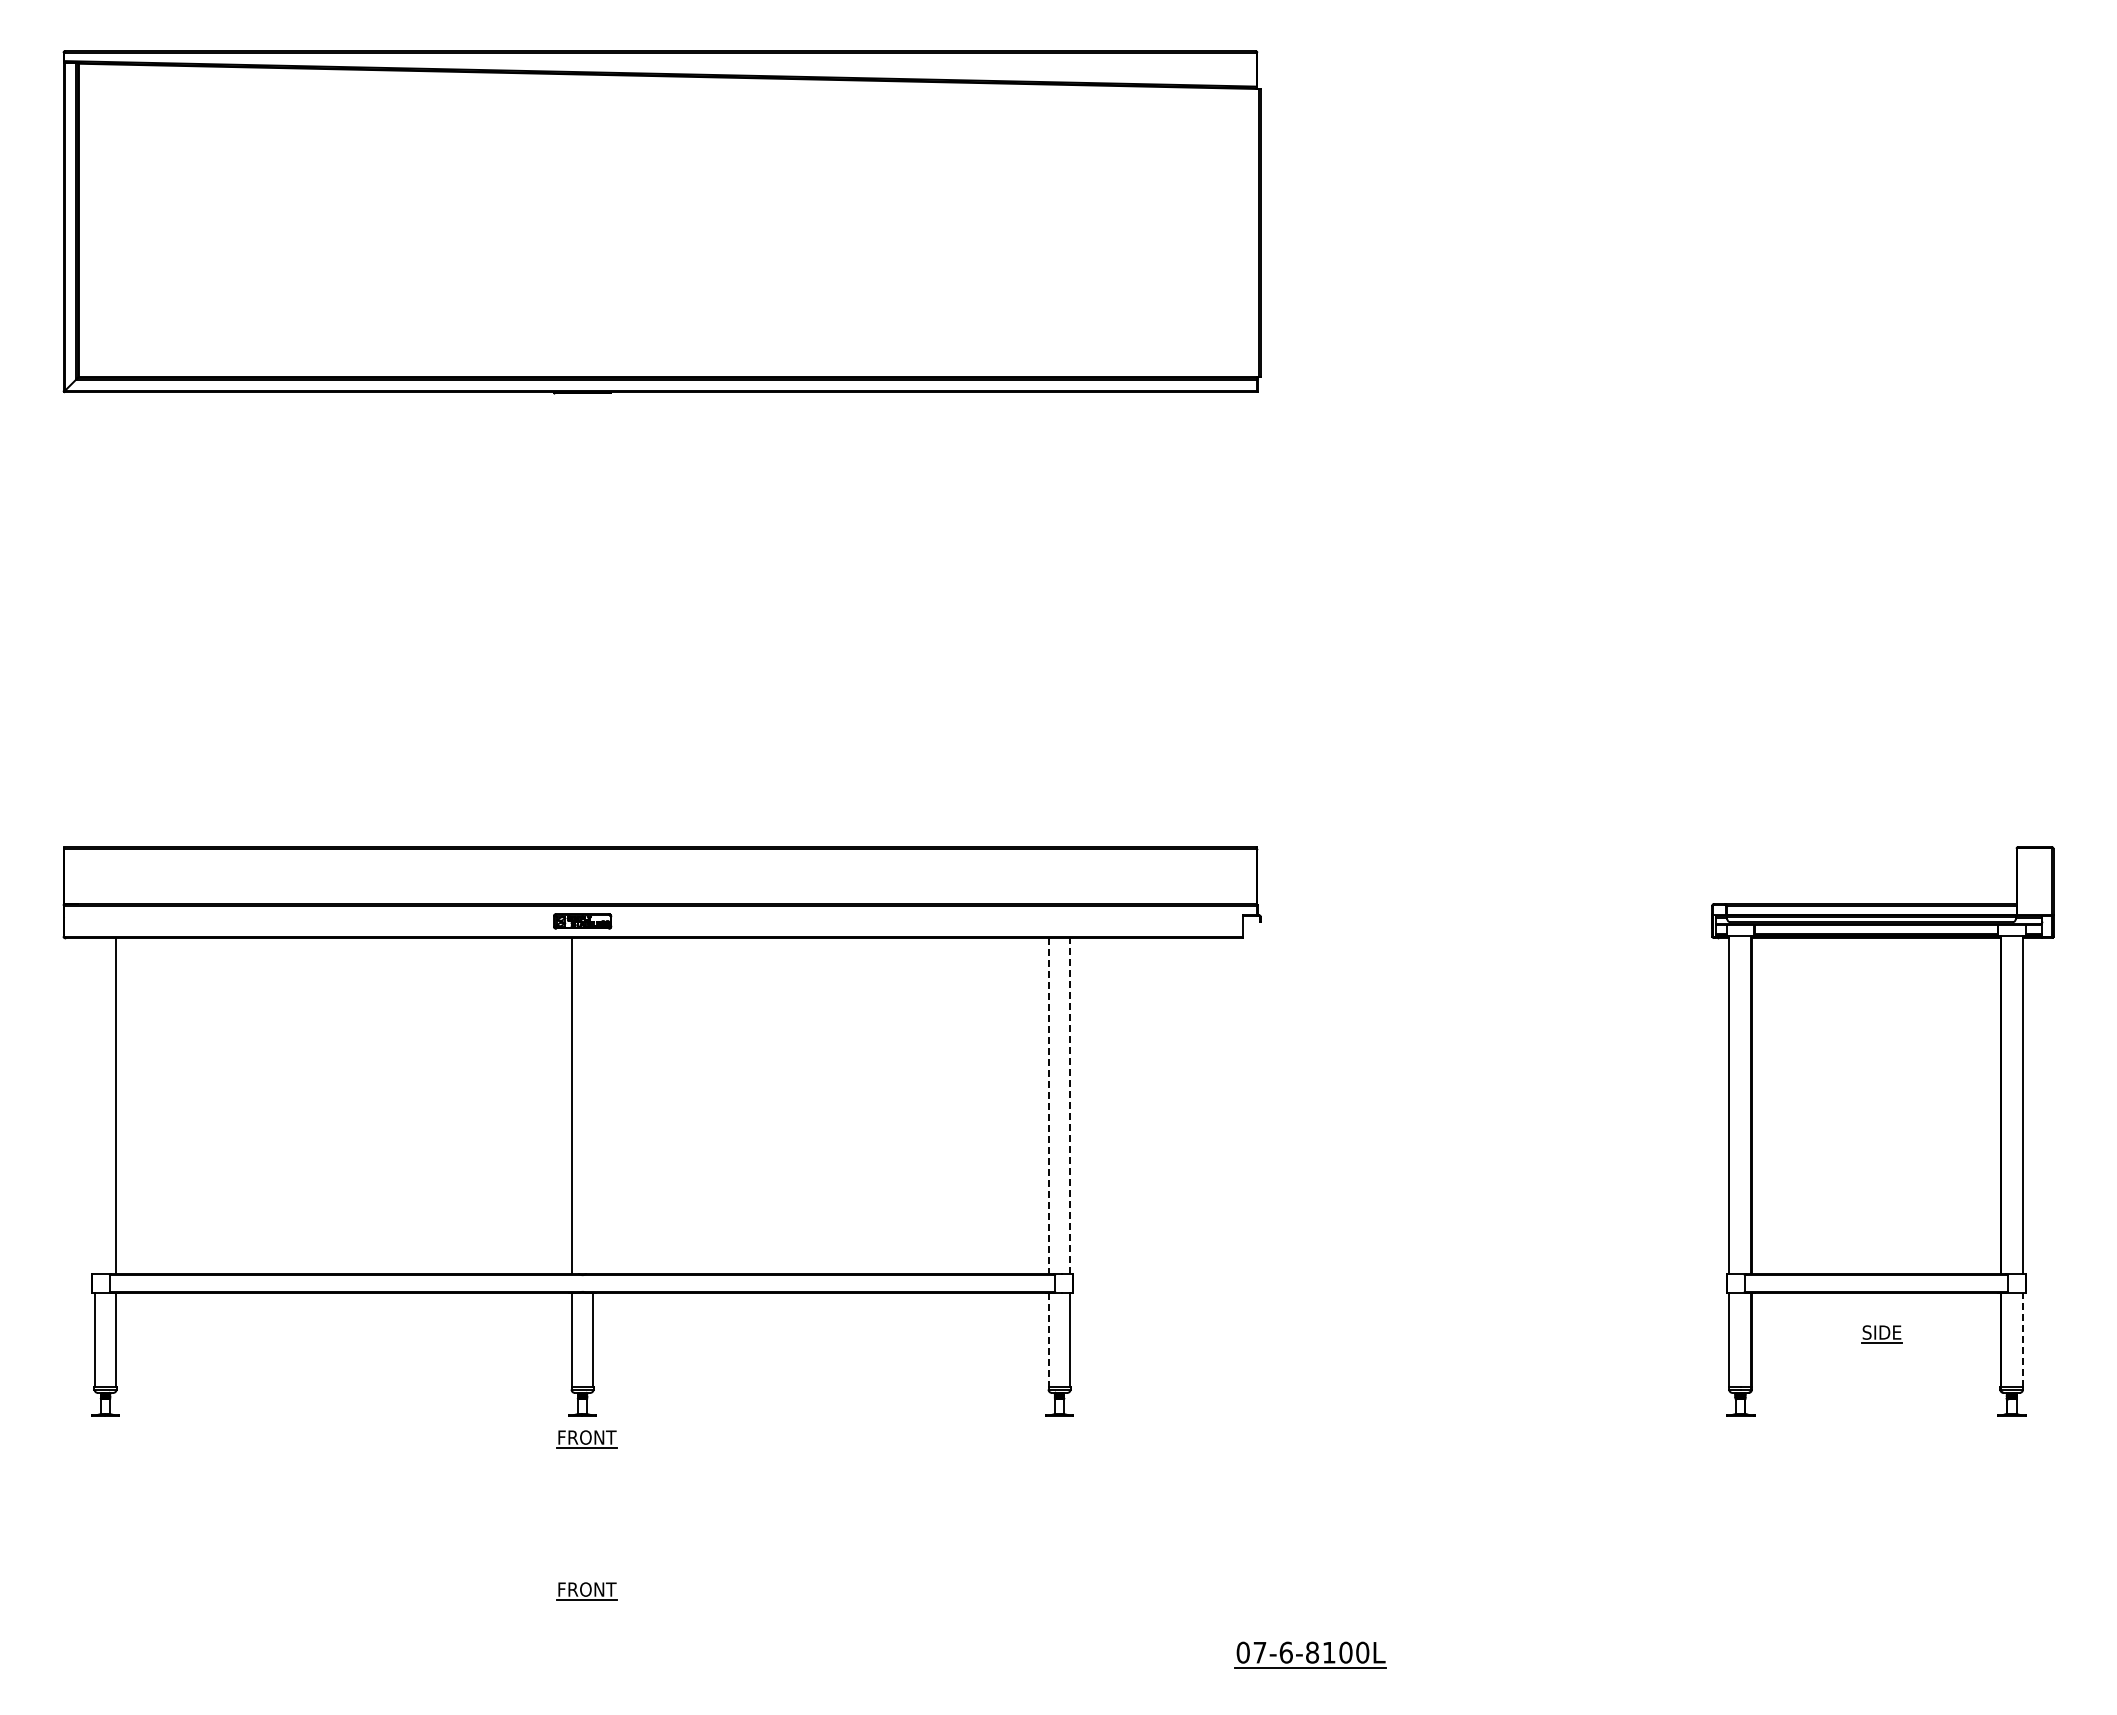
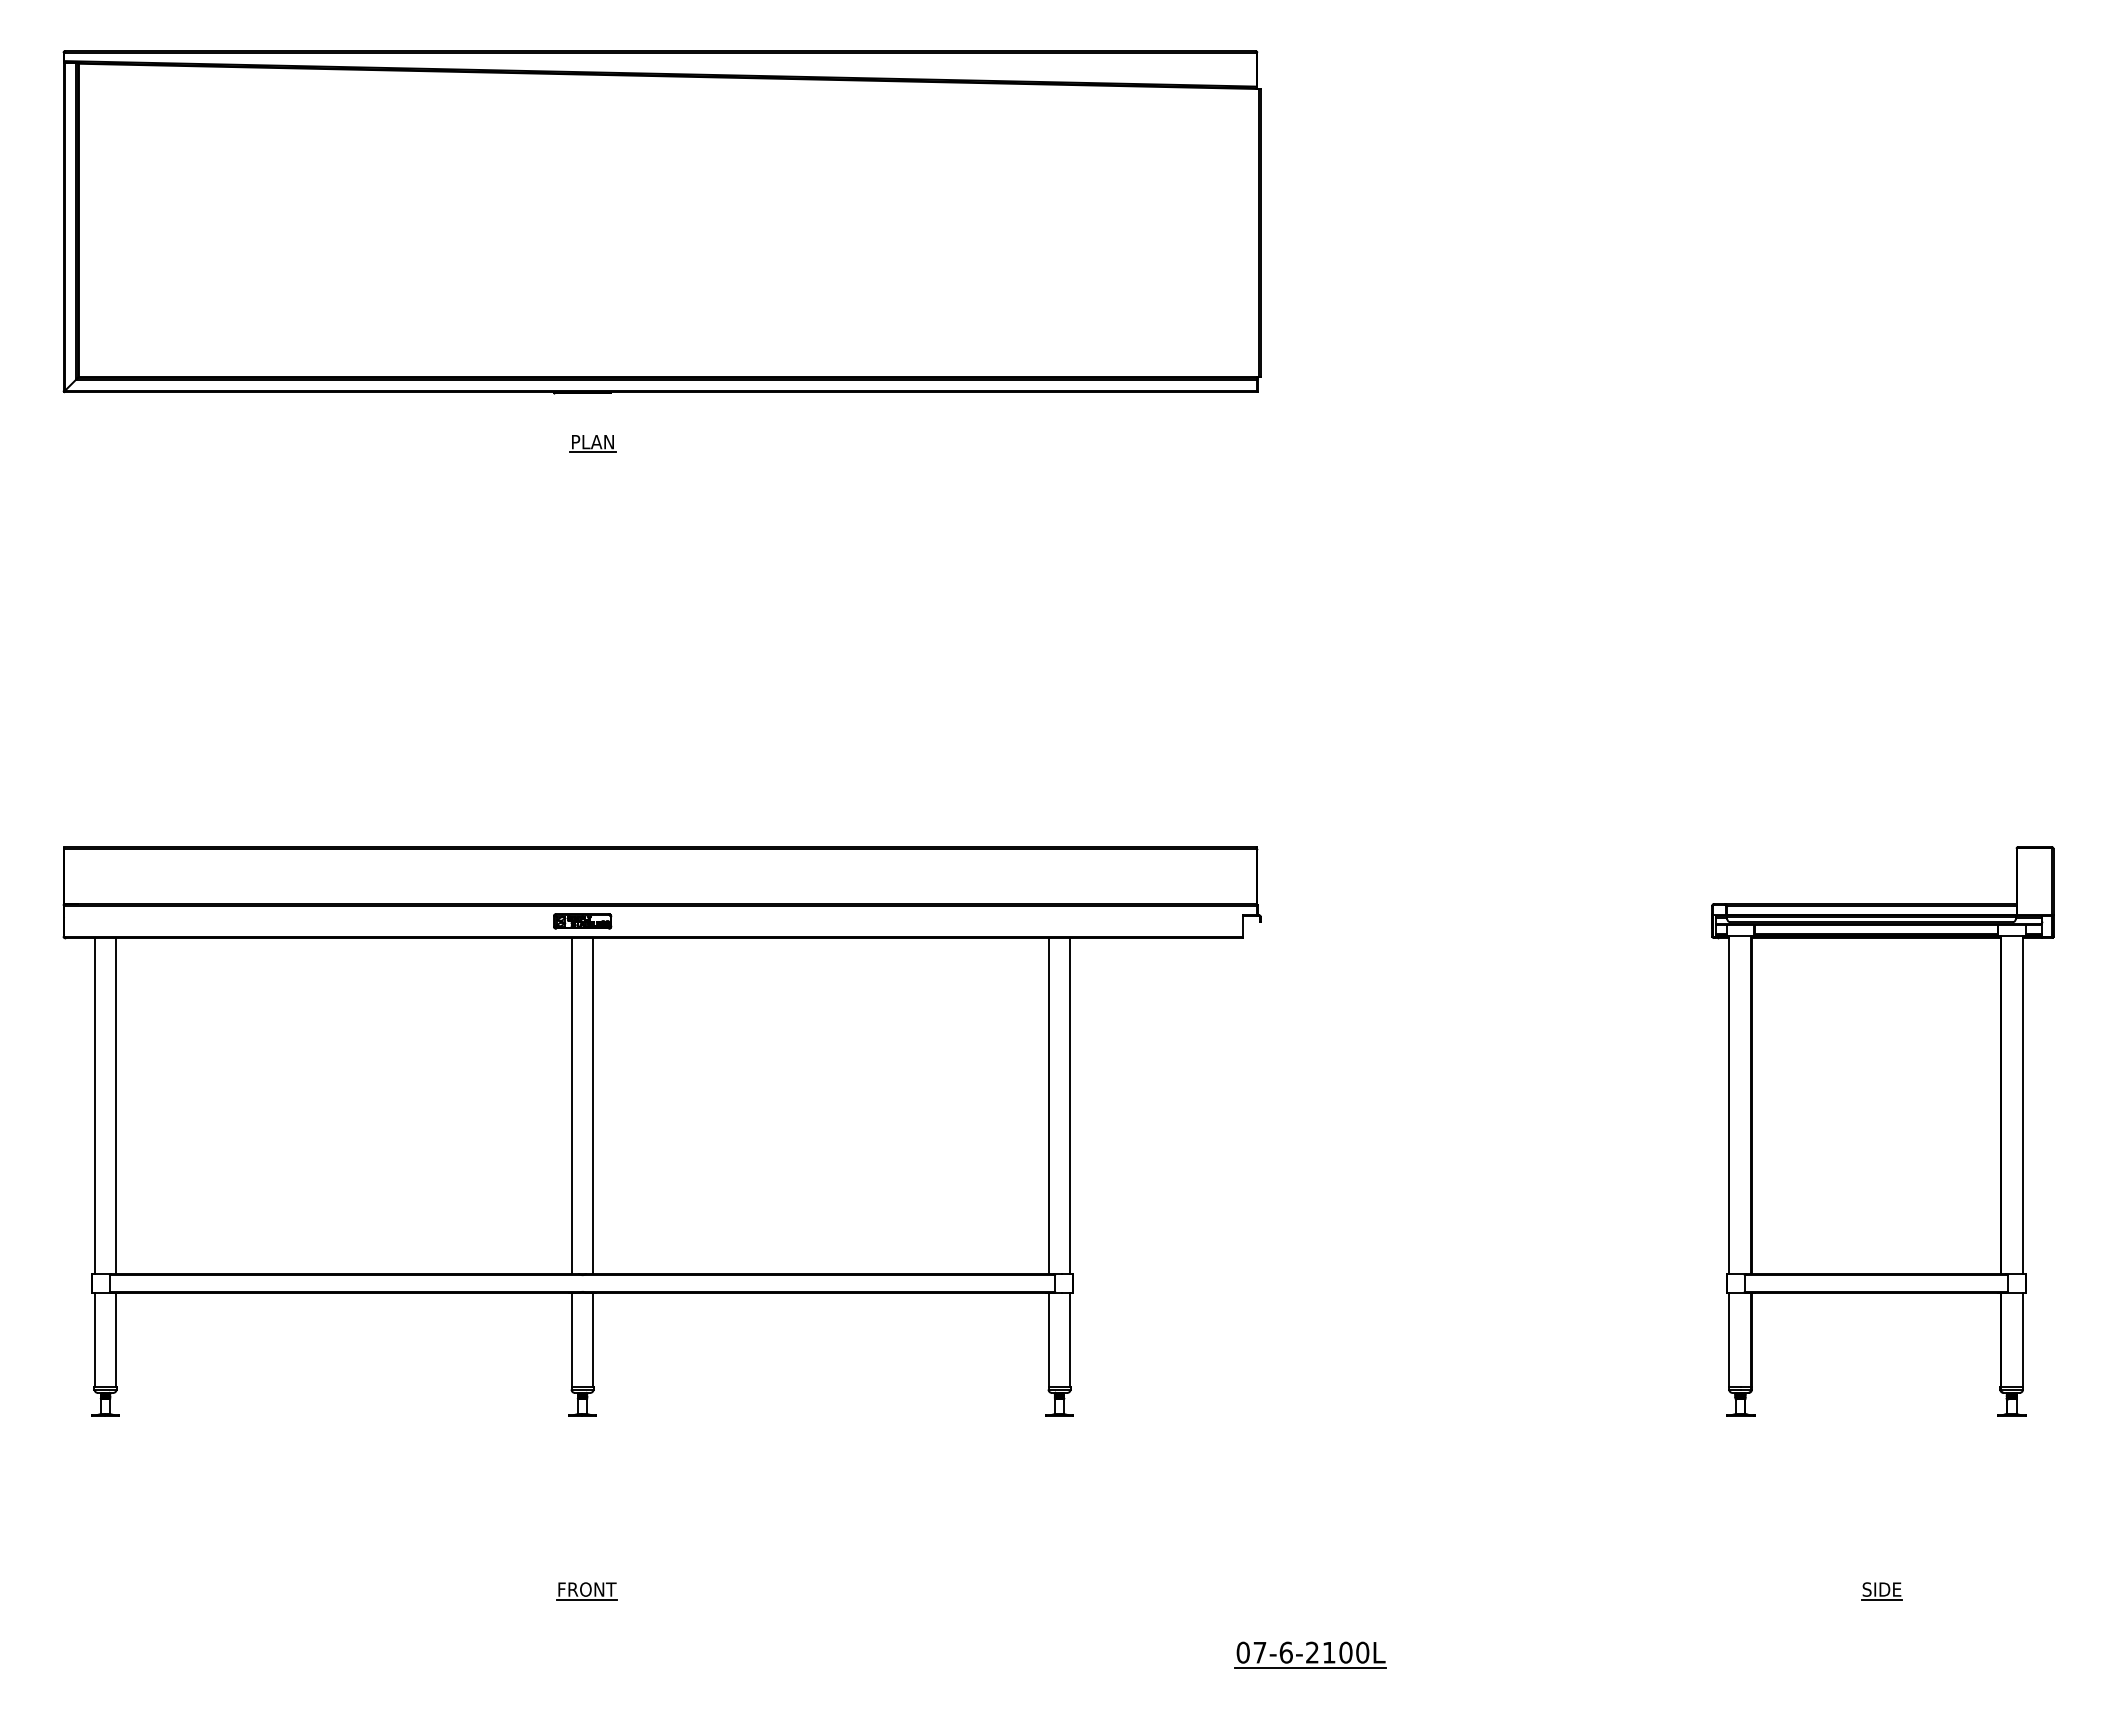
part at (592, 443): none -> present
line at (1070, 1105): dashed -> solid
line at (94, 1106): none -> present
line at (593, 1106): none -> present
line at (1048, 1106): dashed -> solid
part at (1881, 1334) position: (1881, 1334) -> (1881, 1591)
line at (1048, 1340): dashed -> solid
line at (2022, 1340): dashed -> solid
part at (586, 1439): present -> none
text at (1312, 1652): 07-6-8100L -> 07-6-2100L
